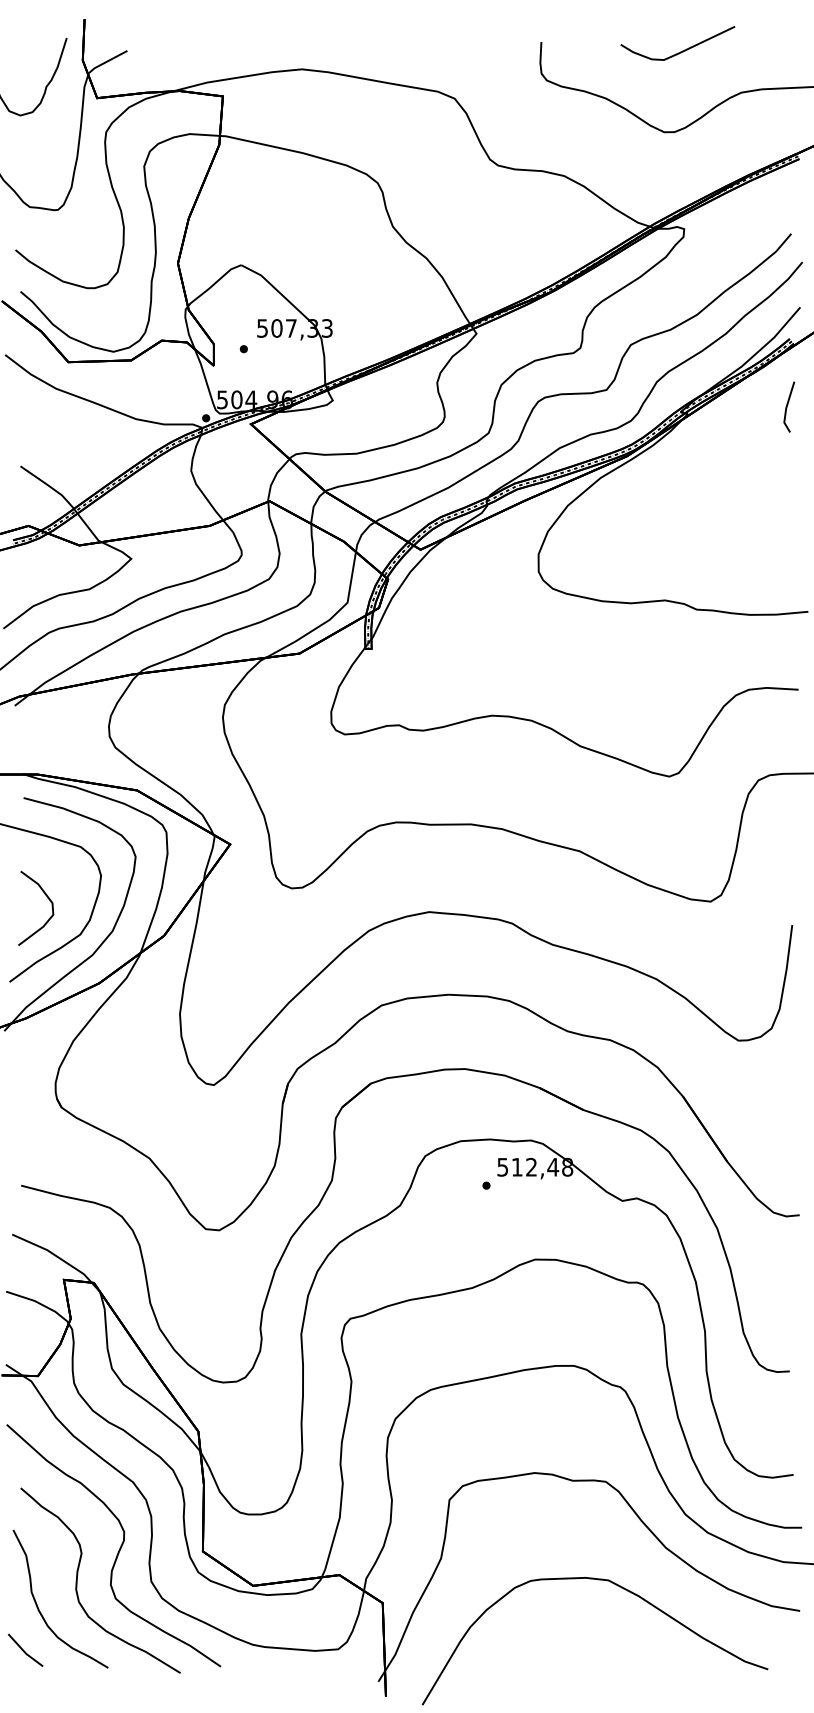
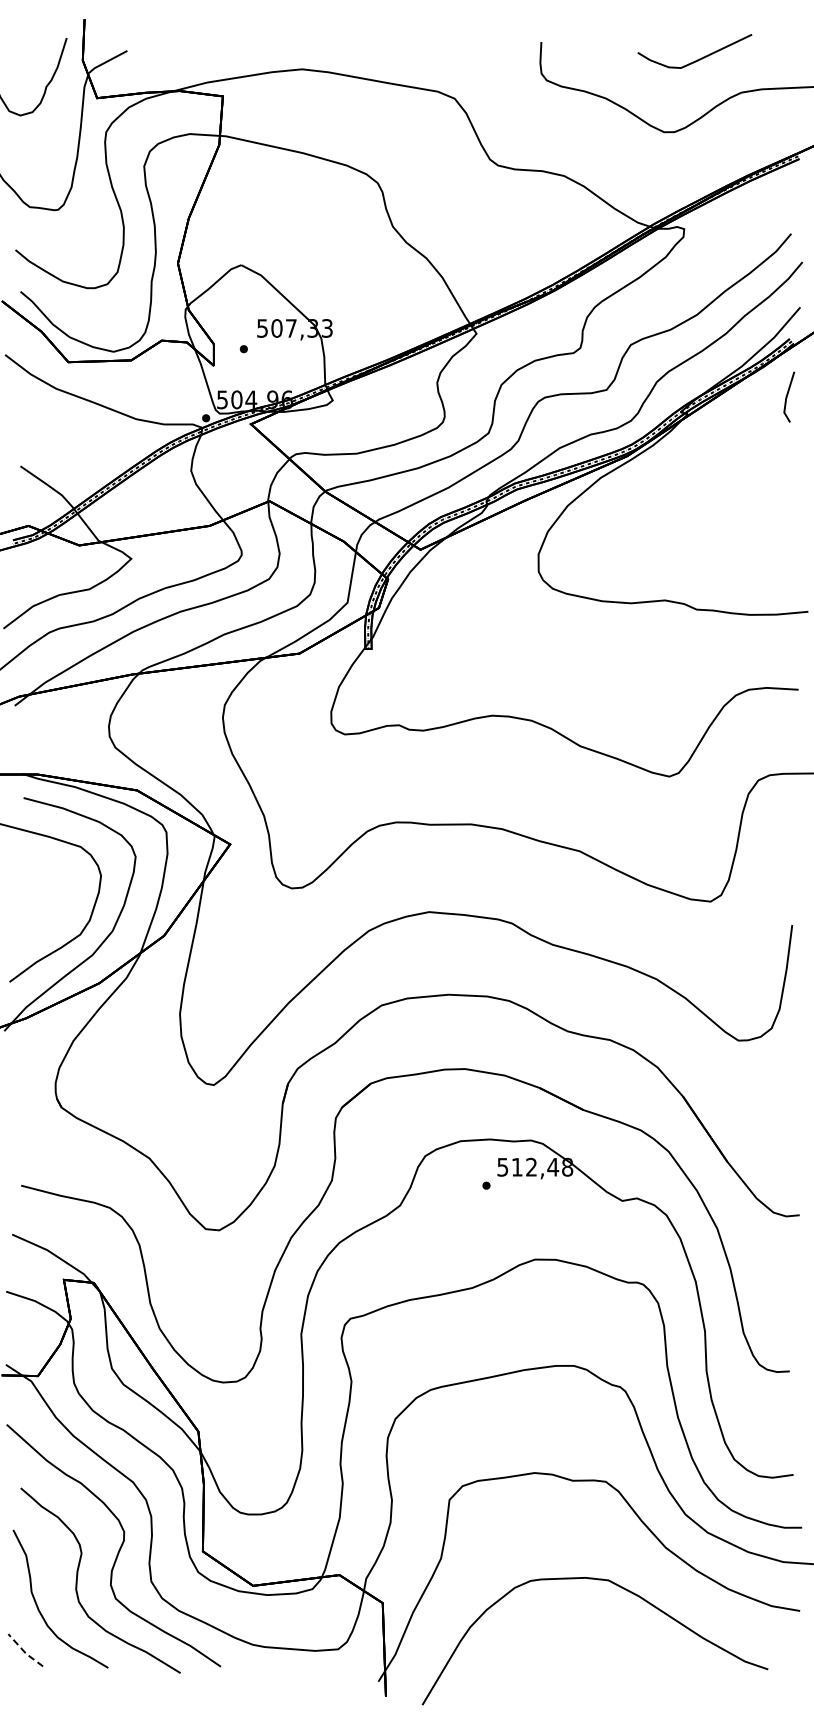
curve at (680, 51) position: (680, 51) -> (697, 59)
line at (787, 406) position: (787, 406) -> (787, 396)
curve at (47, 898): present -> none
line at (24, 1651): solid -> dashed
